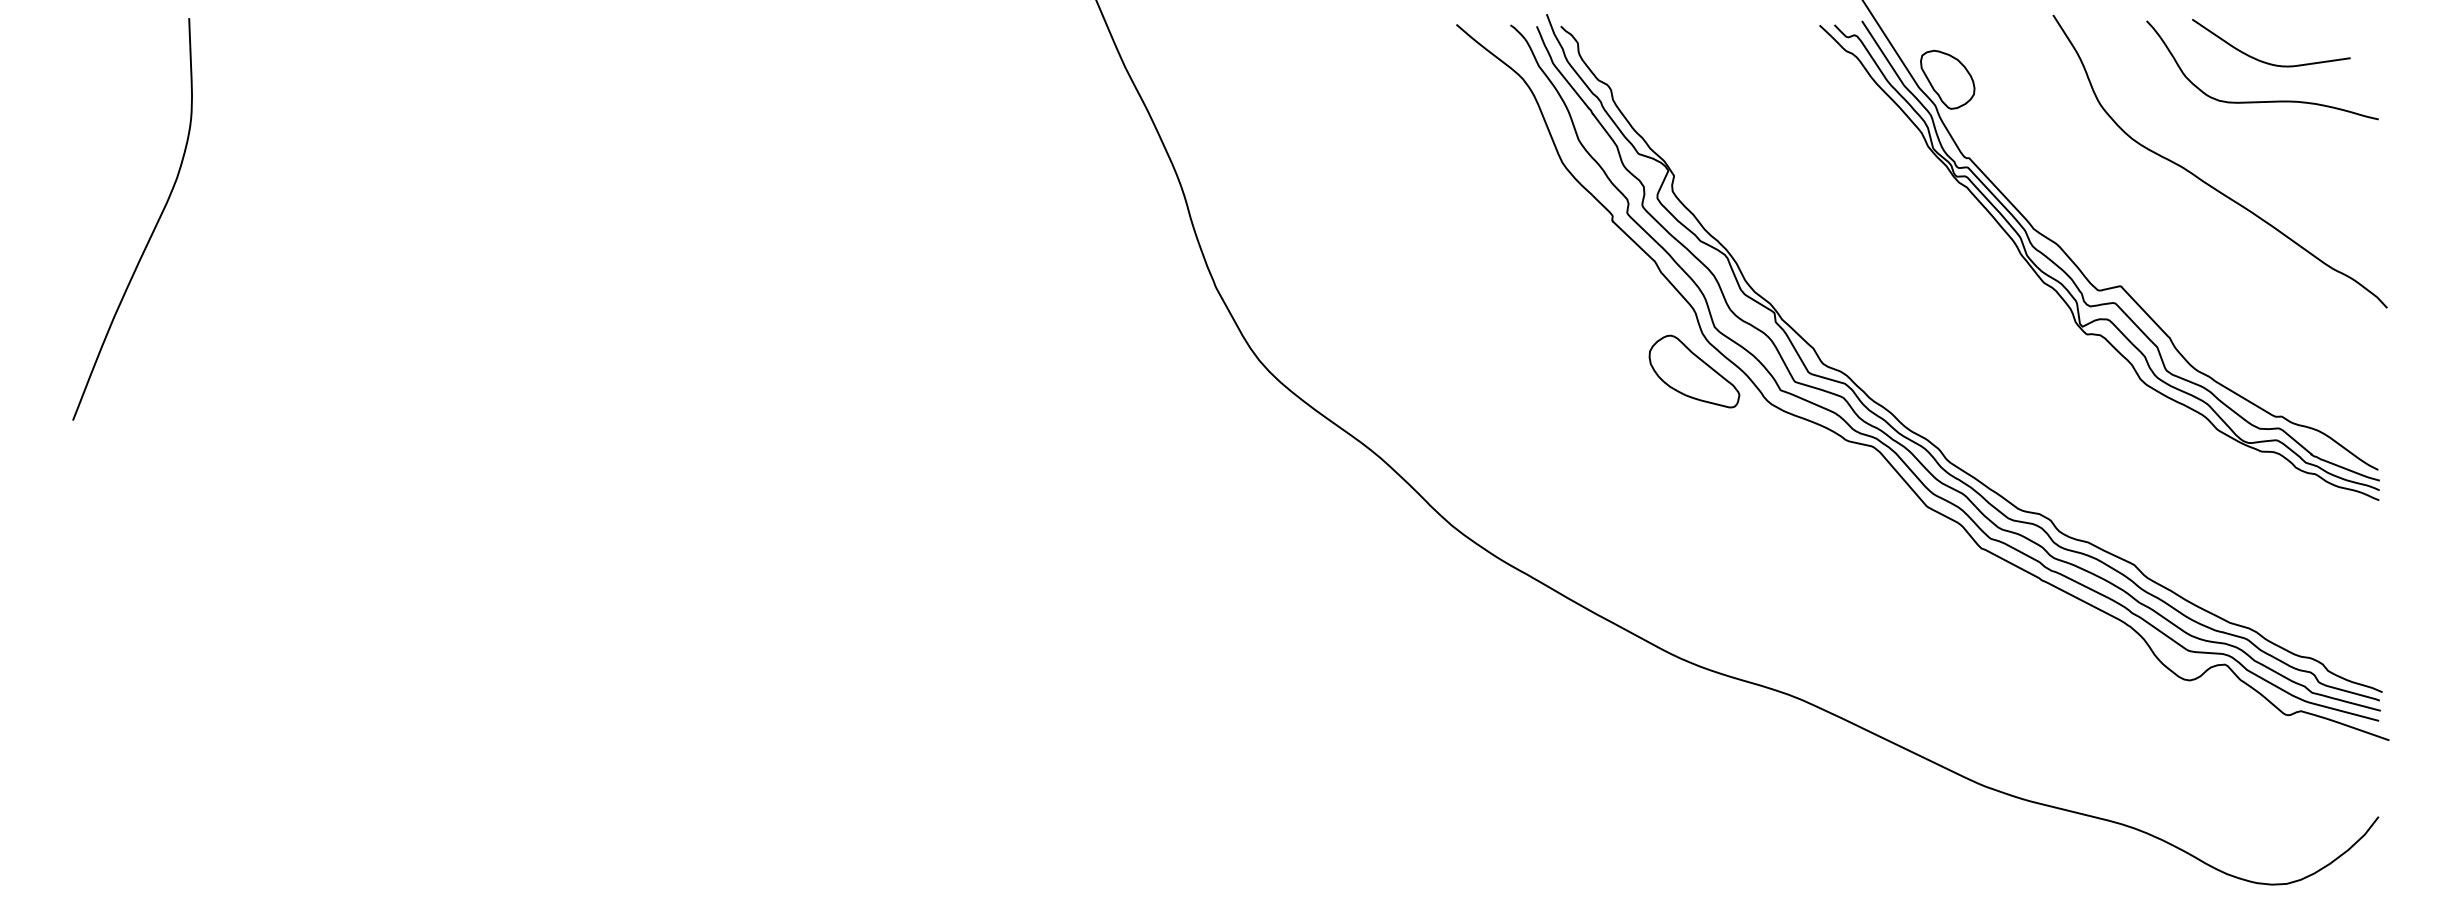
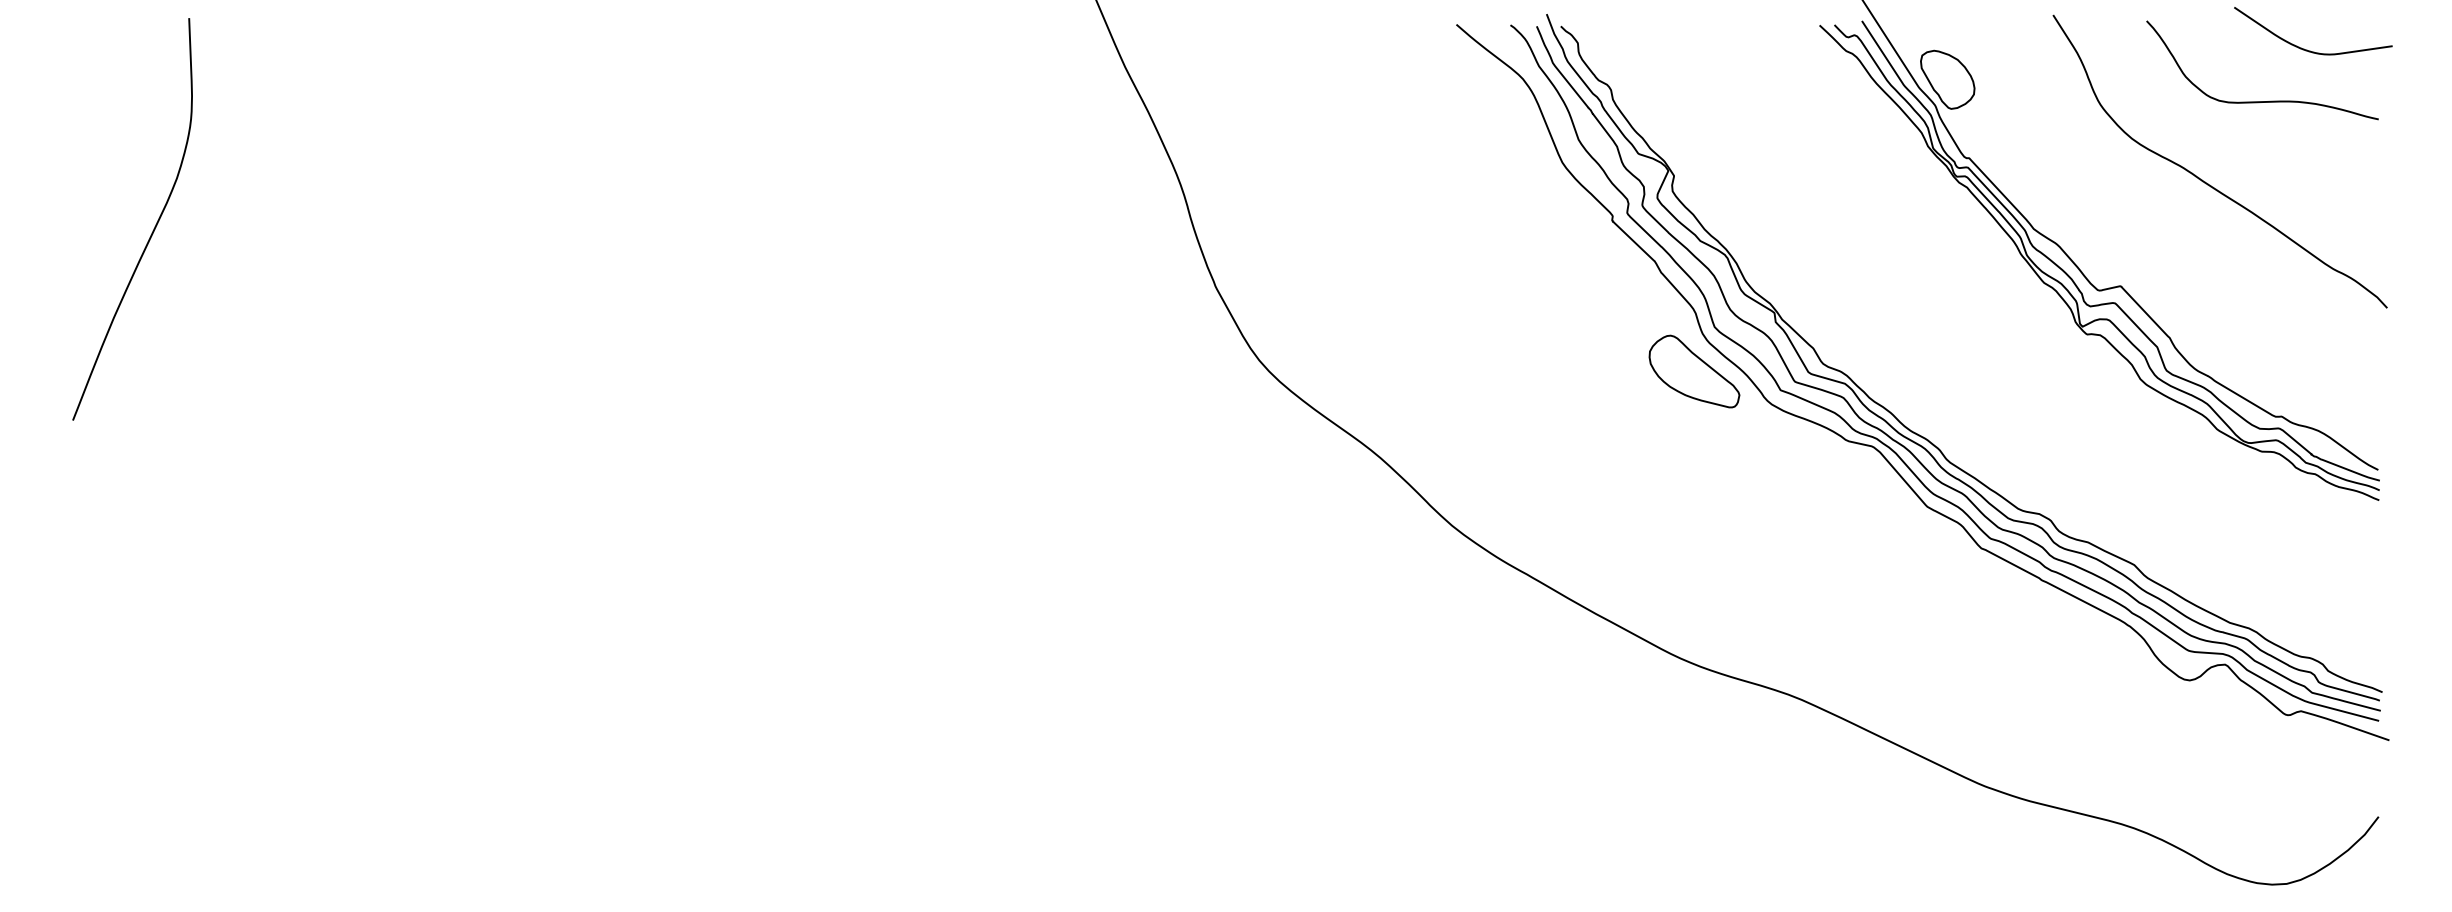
curve at (2265, 61) position: (2265, 61) -> (2307, 49)
